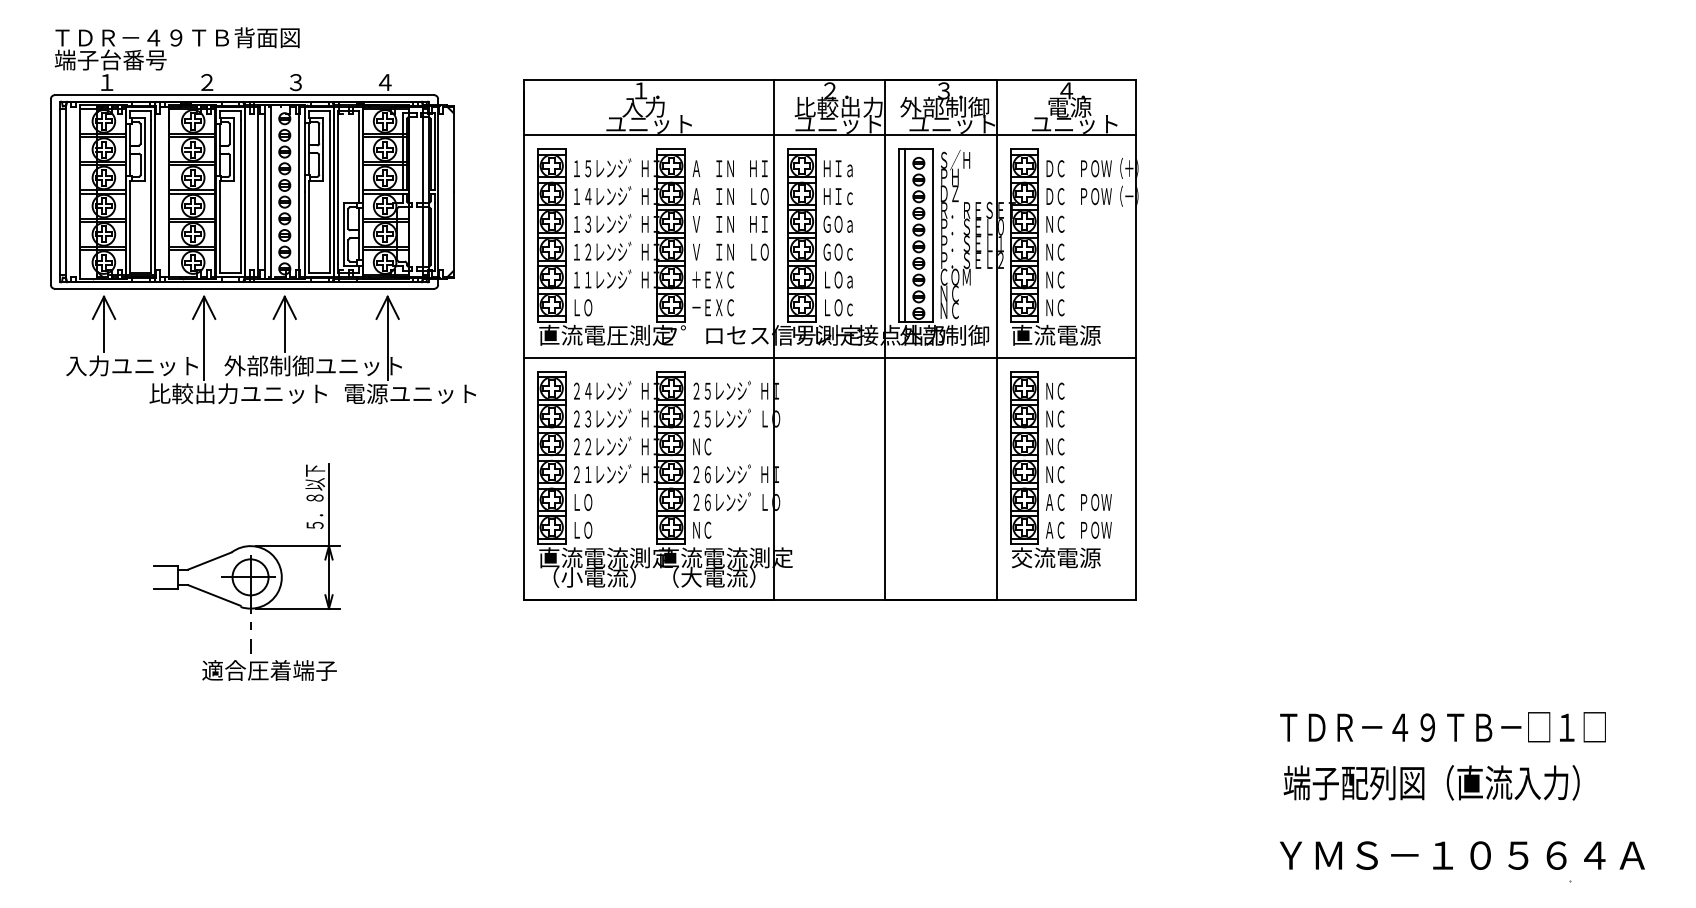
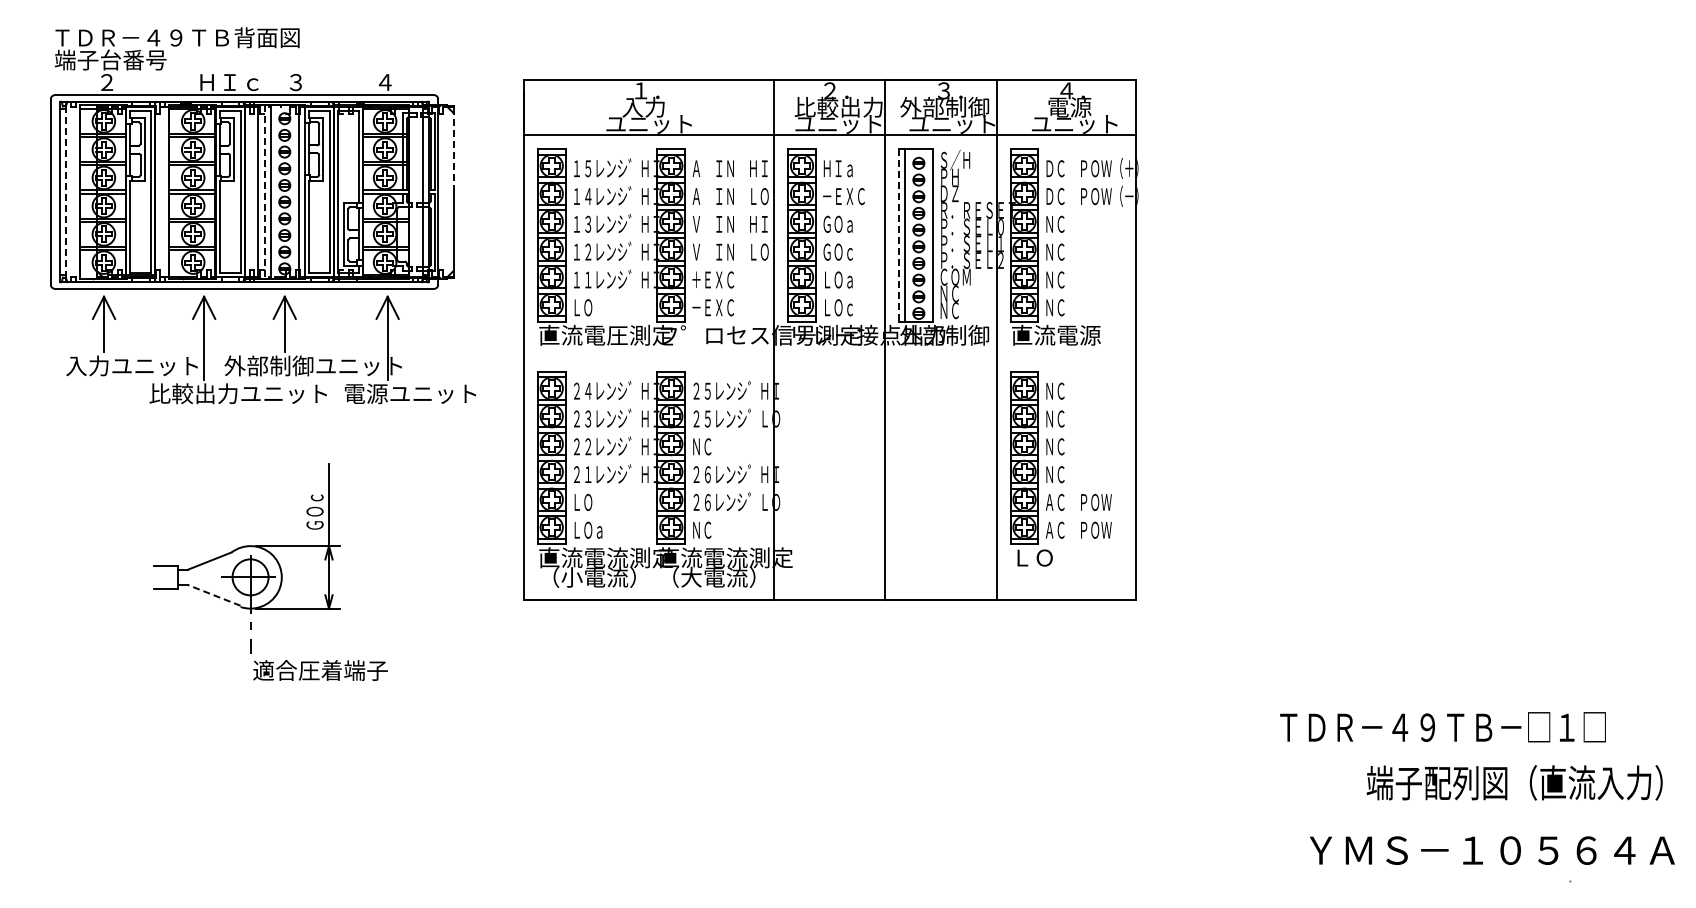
text at (106, 81): １ -> ２
text at (229, 82): ２ -> ＨＩｃ
line at (453, 150): solid -> dashed
line at (65, 192): solid -> dashed
line at (265, 192): solid -> dashed
text at (843, 196): ＨＩｃ -> －ＥＸＣ
line at (899, 236): solid -> dashed
line at (829, 357): present -> none
text at (315, 496): ５．８以下 -> ＧＯｃ
text at (599, 532): ＬＯ -> ＬＯａ
text at (1055, 557): 交流電源 -> ＬＯ
line at (214, 595): solid -> dashed
text at (269, 670) position: (269, 670) -> (320, 670)
text at (1431, 782) position: (1431, 782) -> (1514, 782)
text at (1462, 855) position: (1462, 855) -> (1492, 850)
